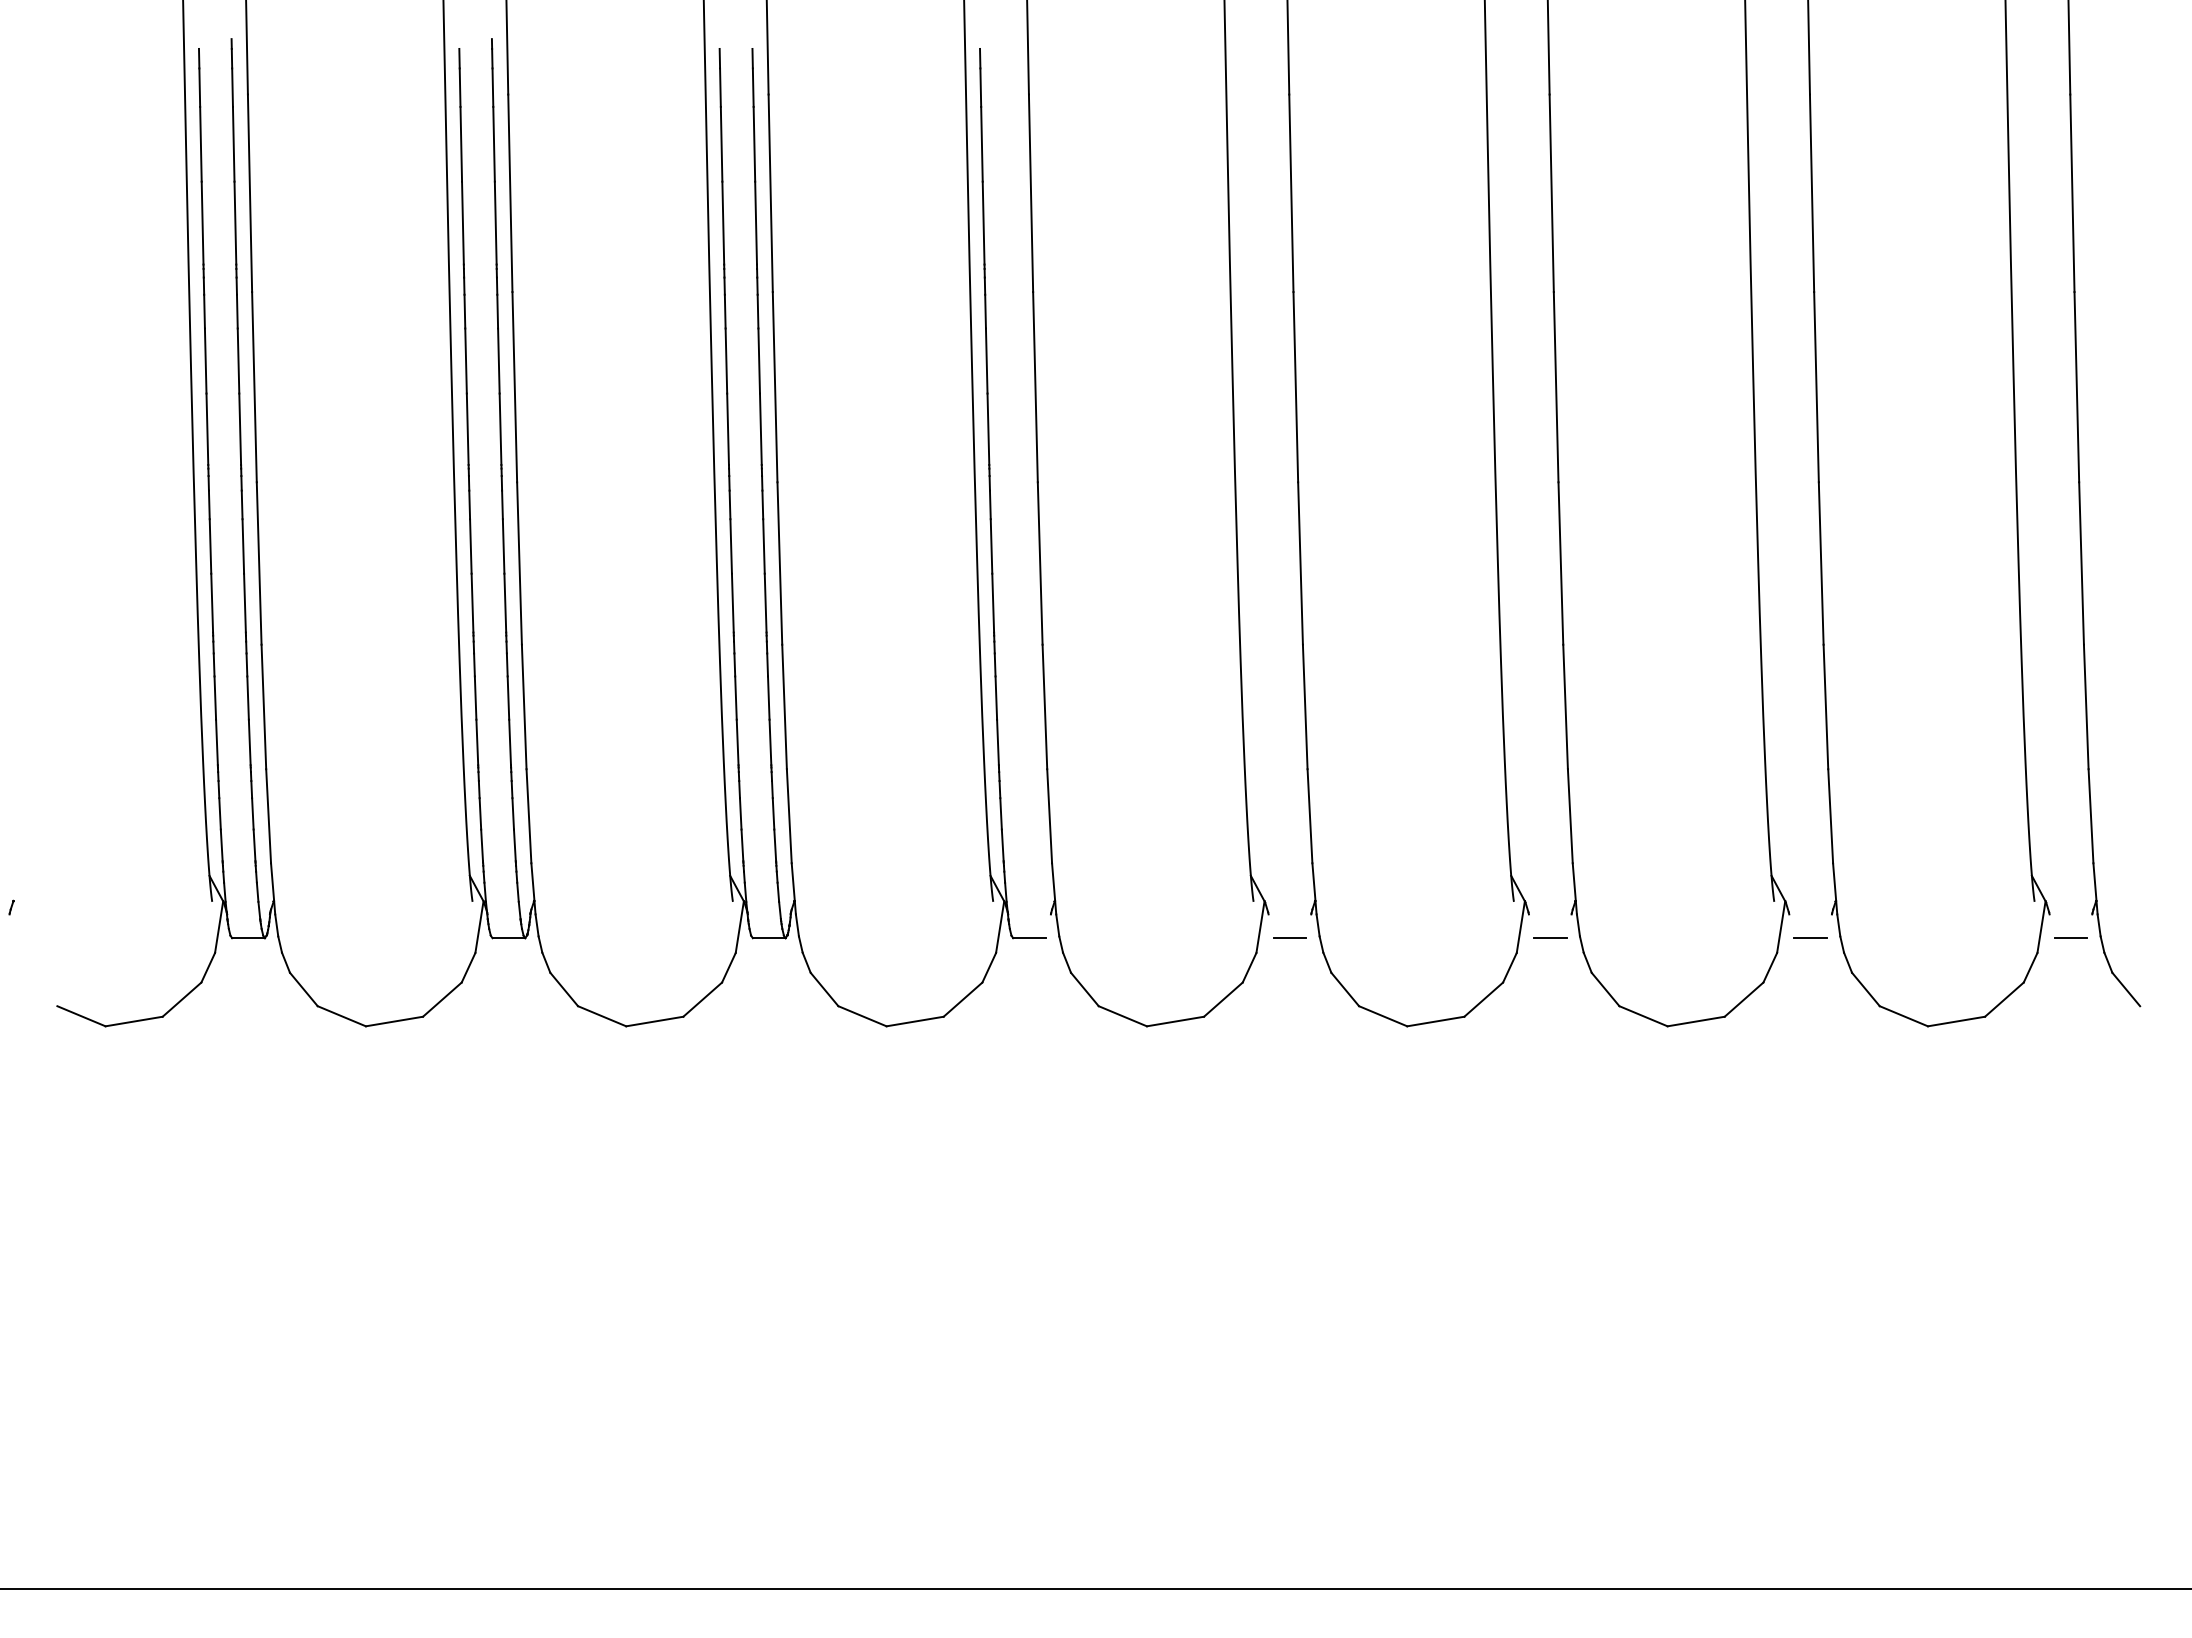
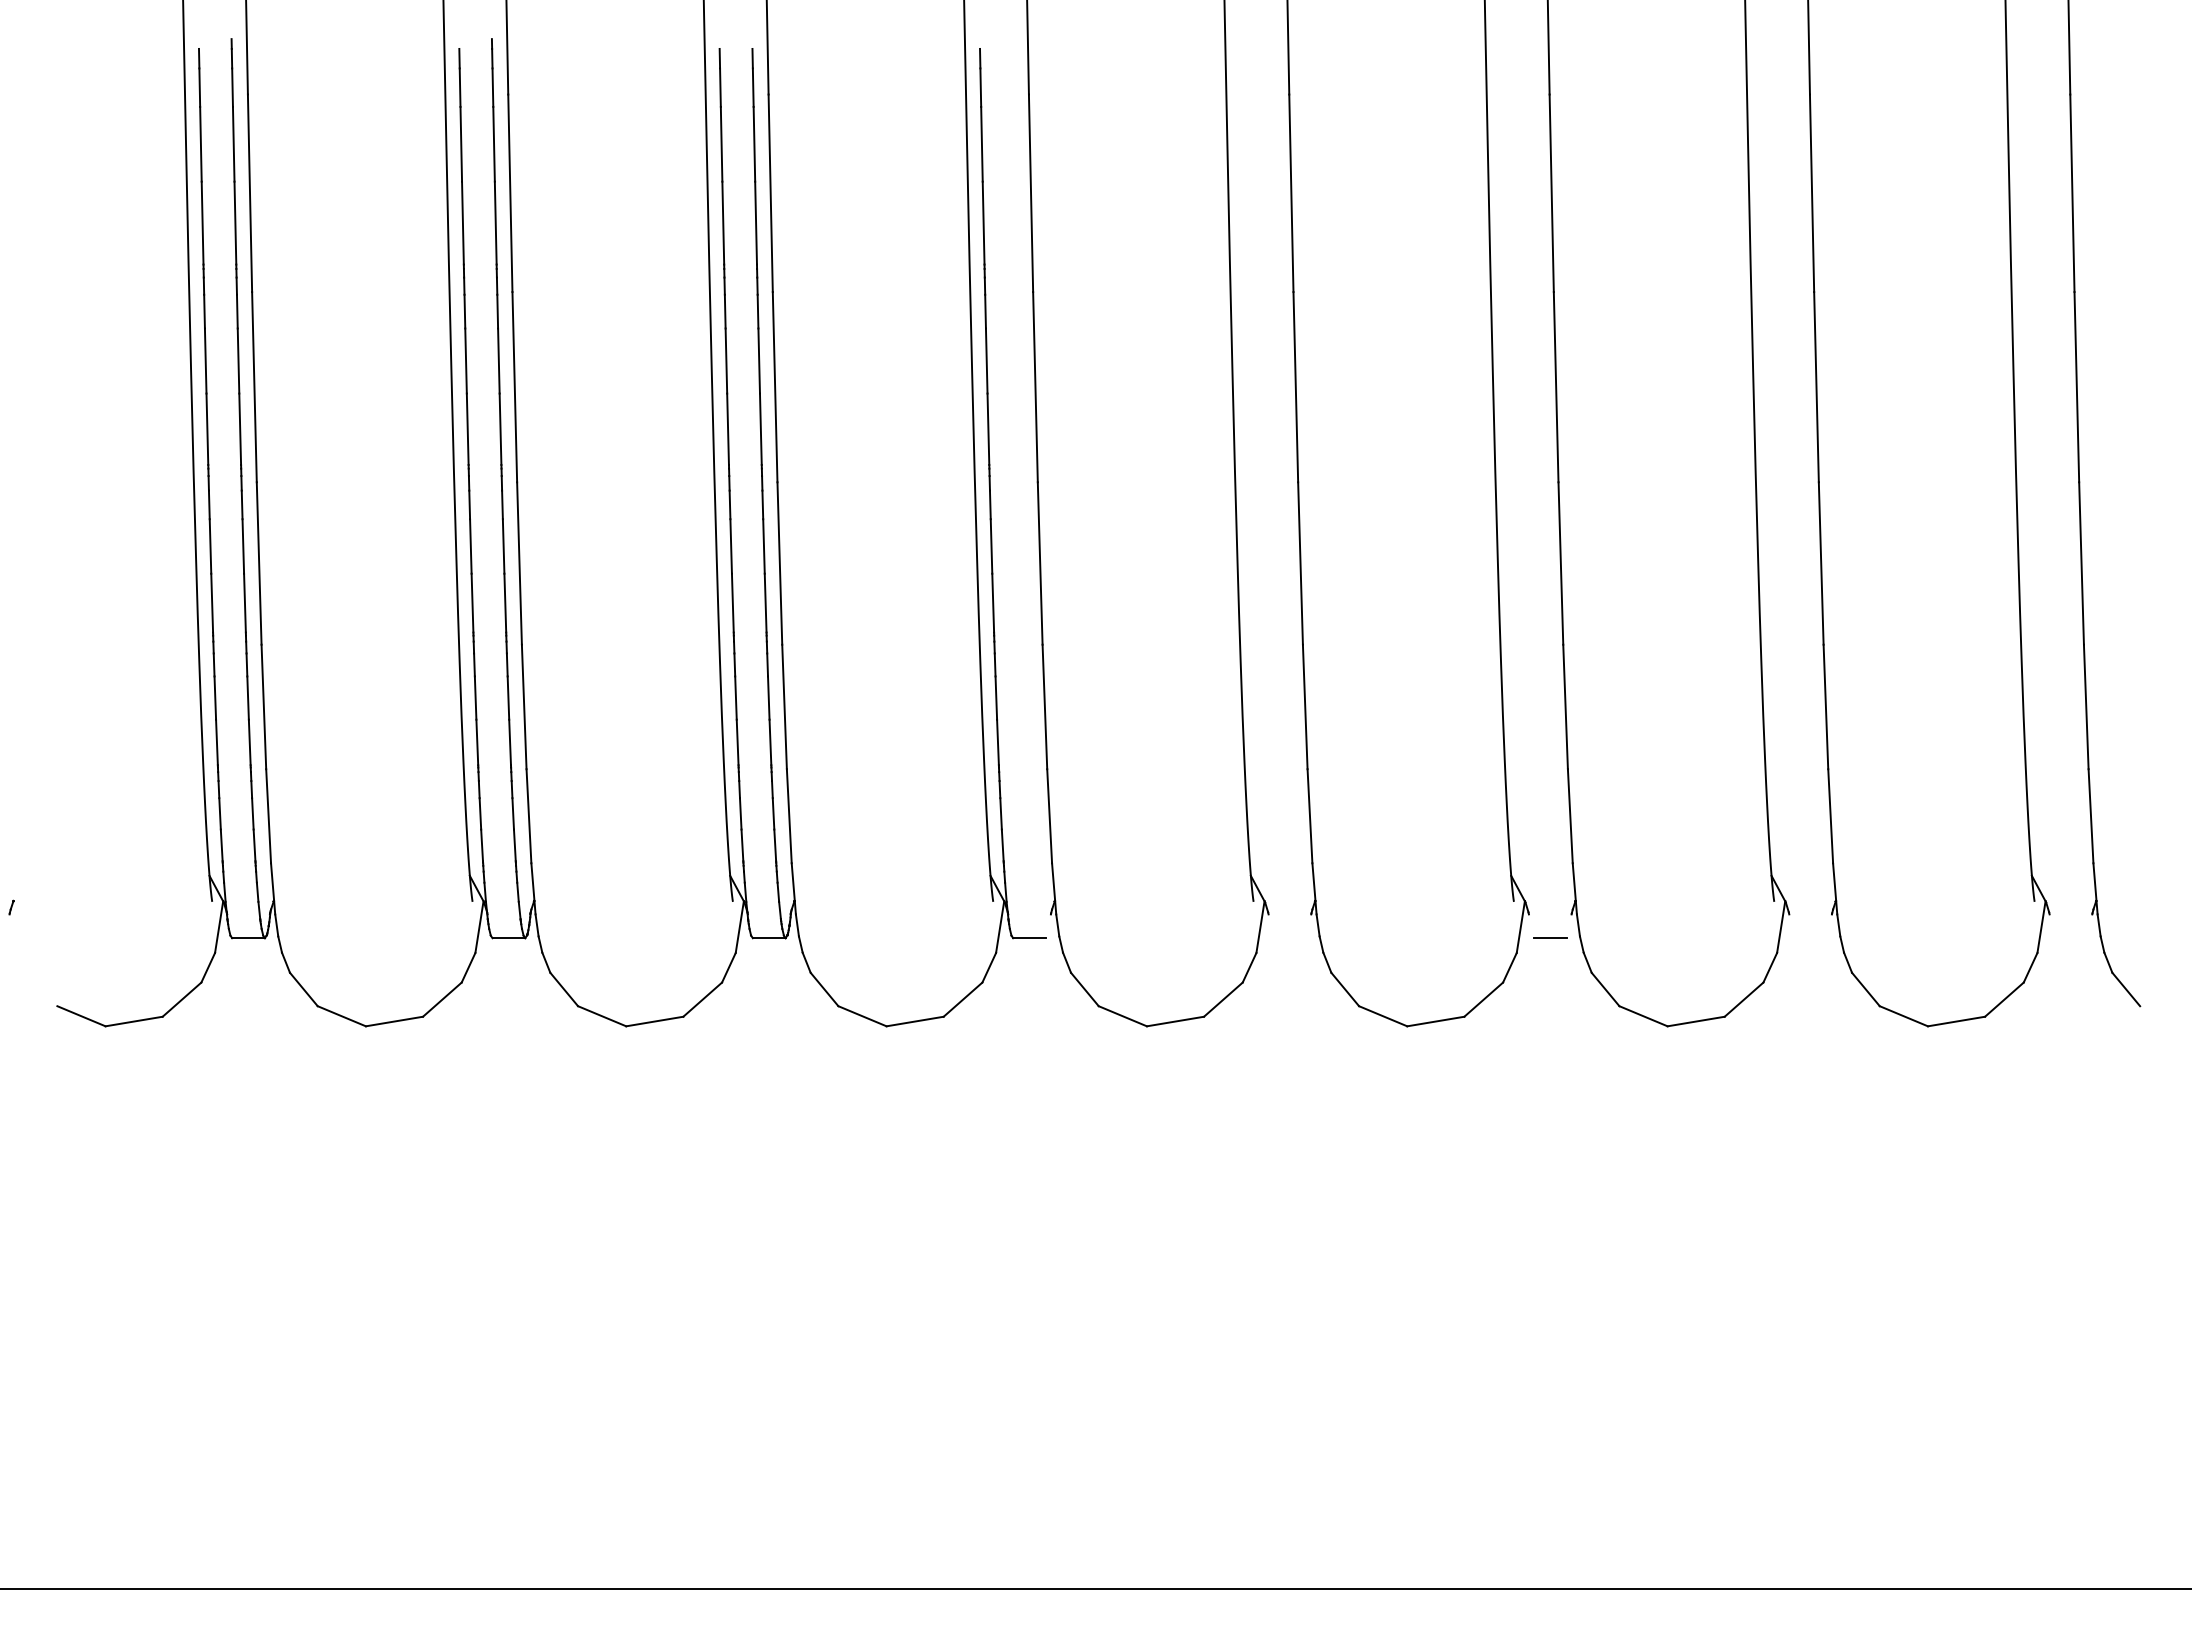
line at (1289, 937): present -> none
line at (2070, 937): present -> none
line at (1810, 938): present -> none
